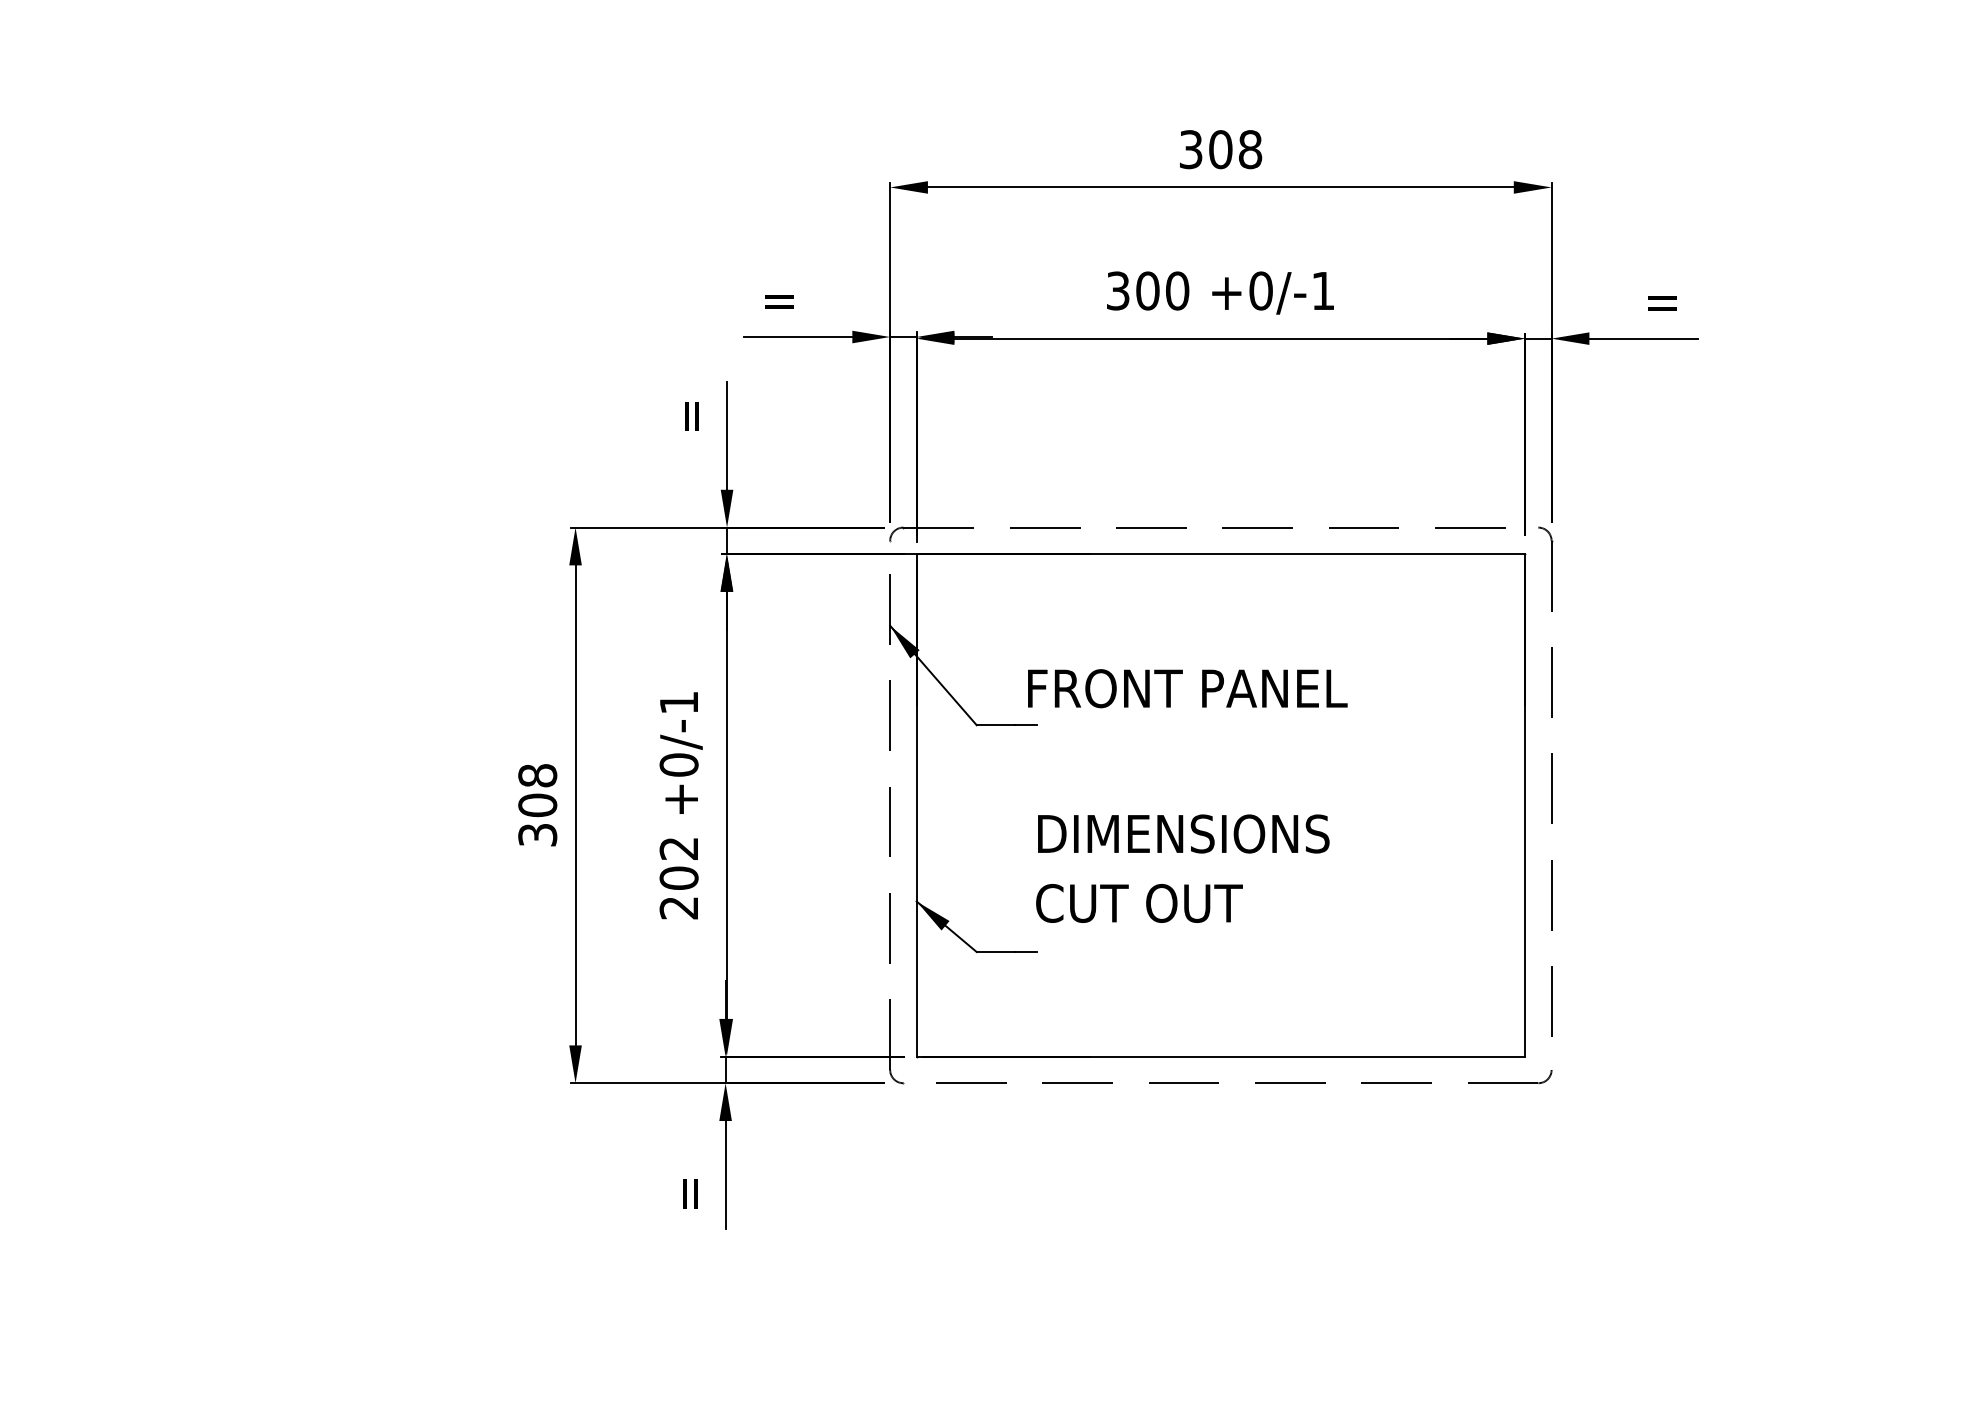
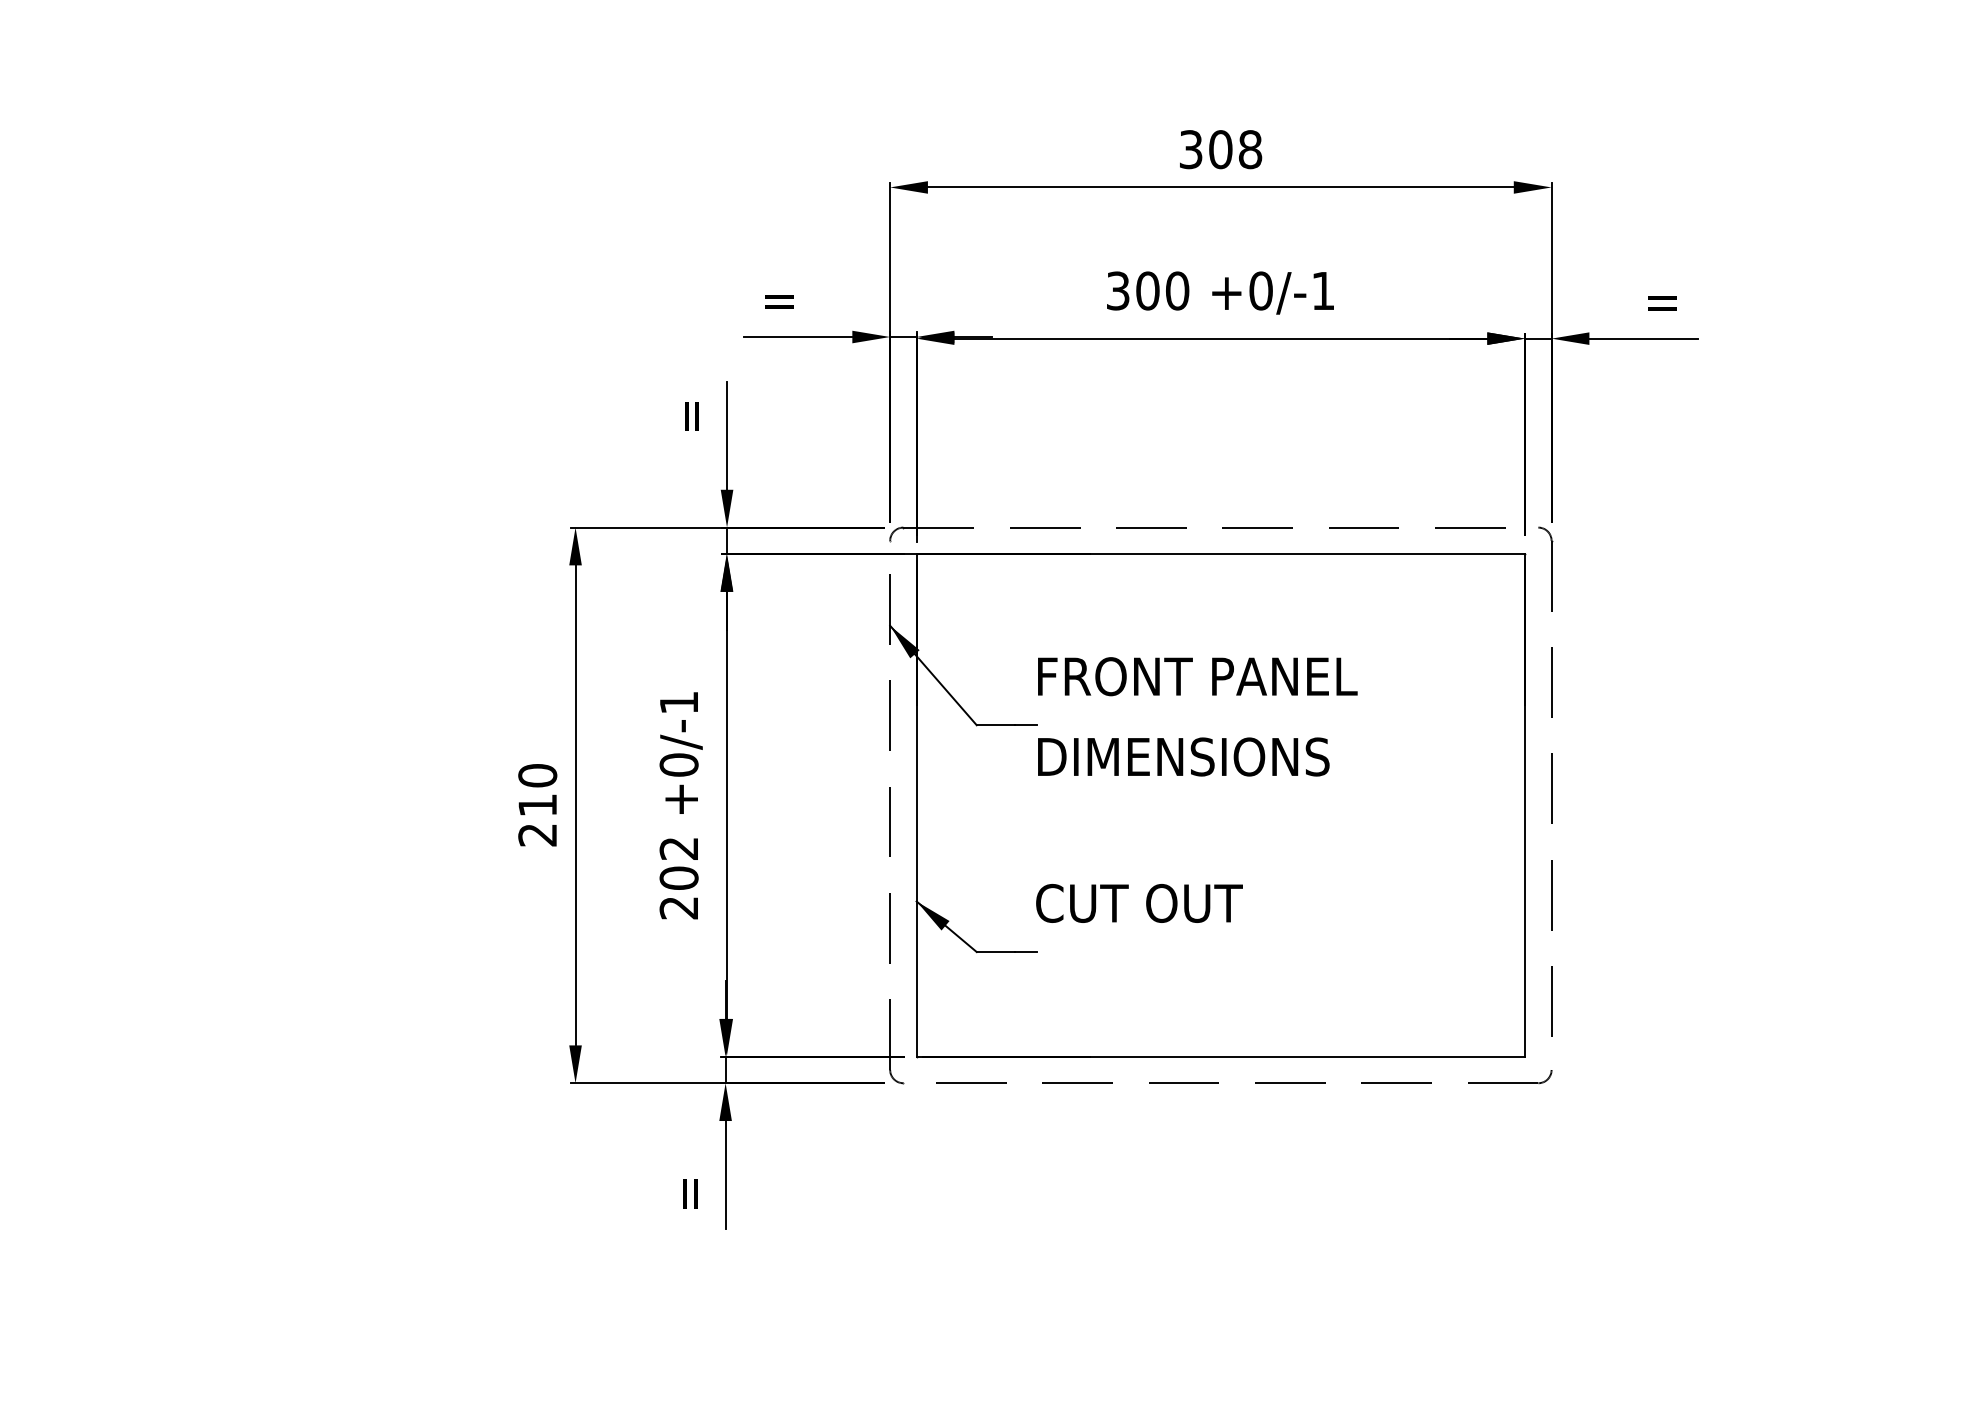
text at (1187, 688) position: (1187, 688) -> (1197, 676)
text at (537, 805): 308 -> 210
text at (1183, 833) position: (1183, 833) -> (1183, 756)
